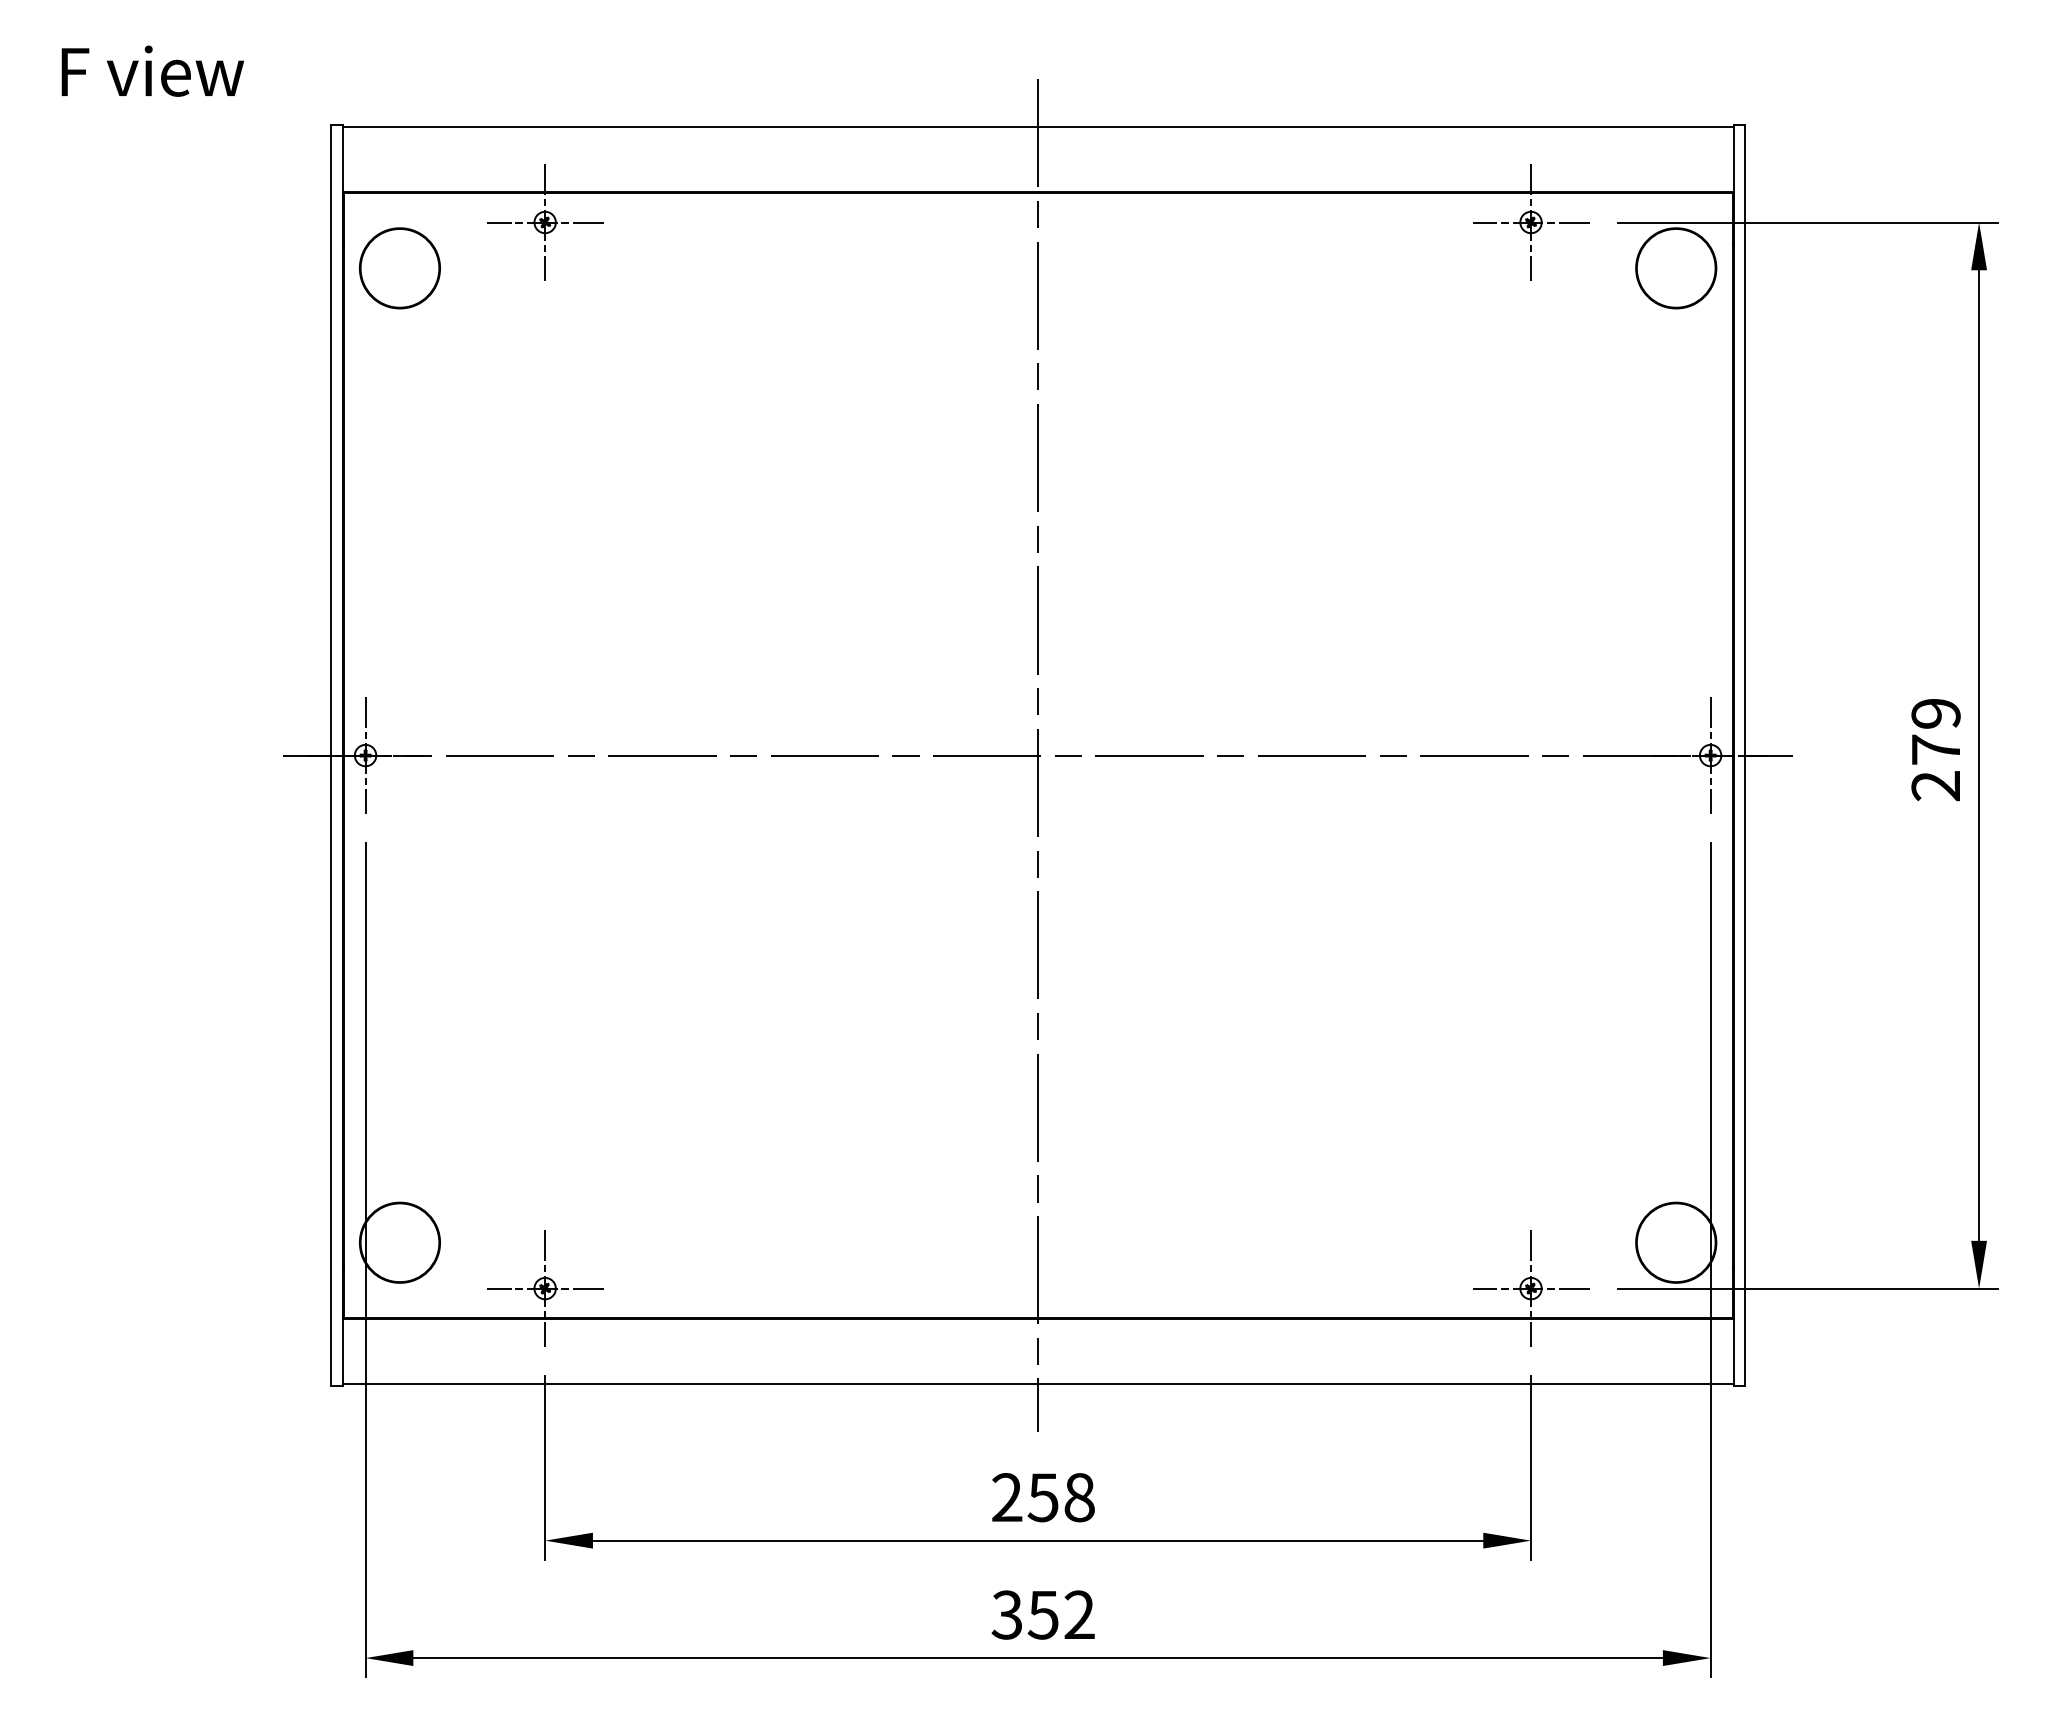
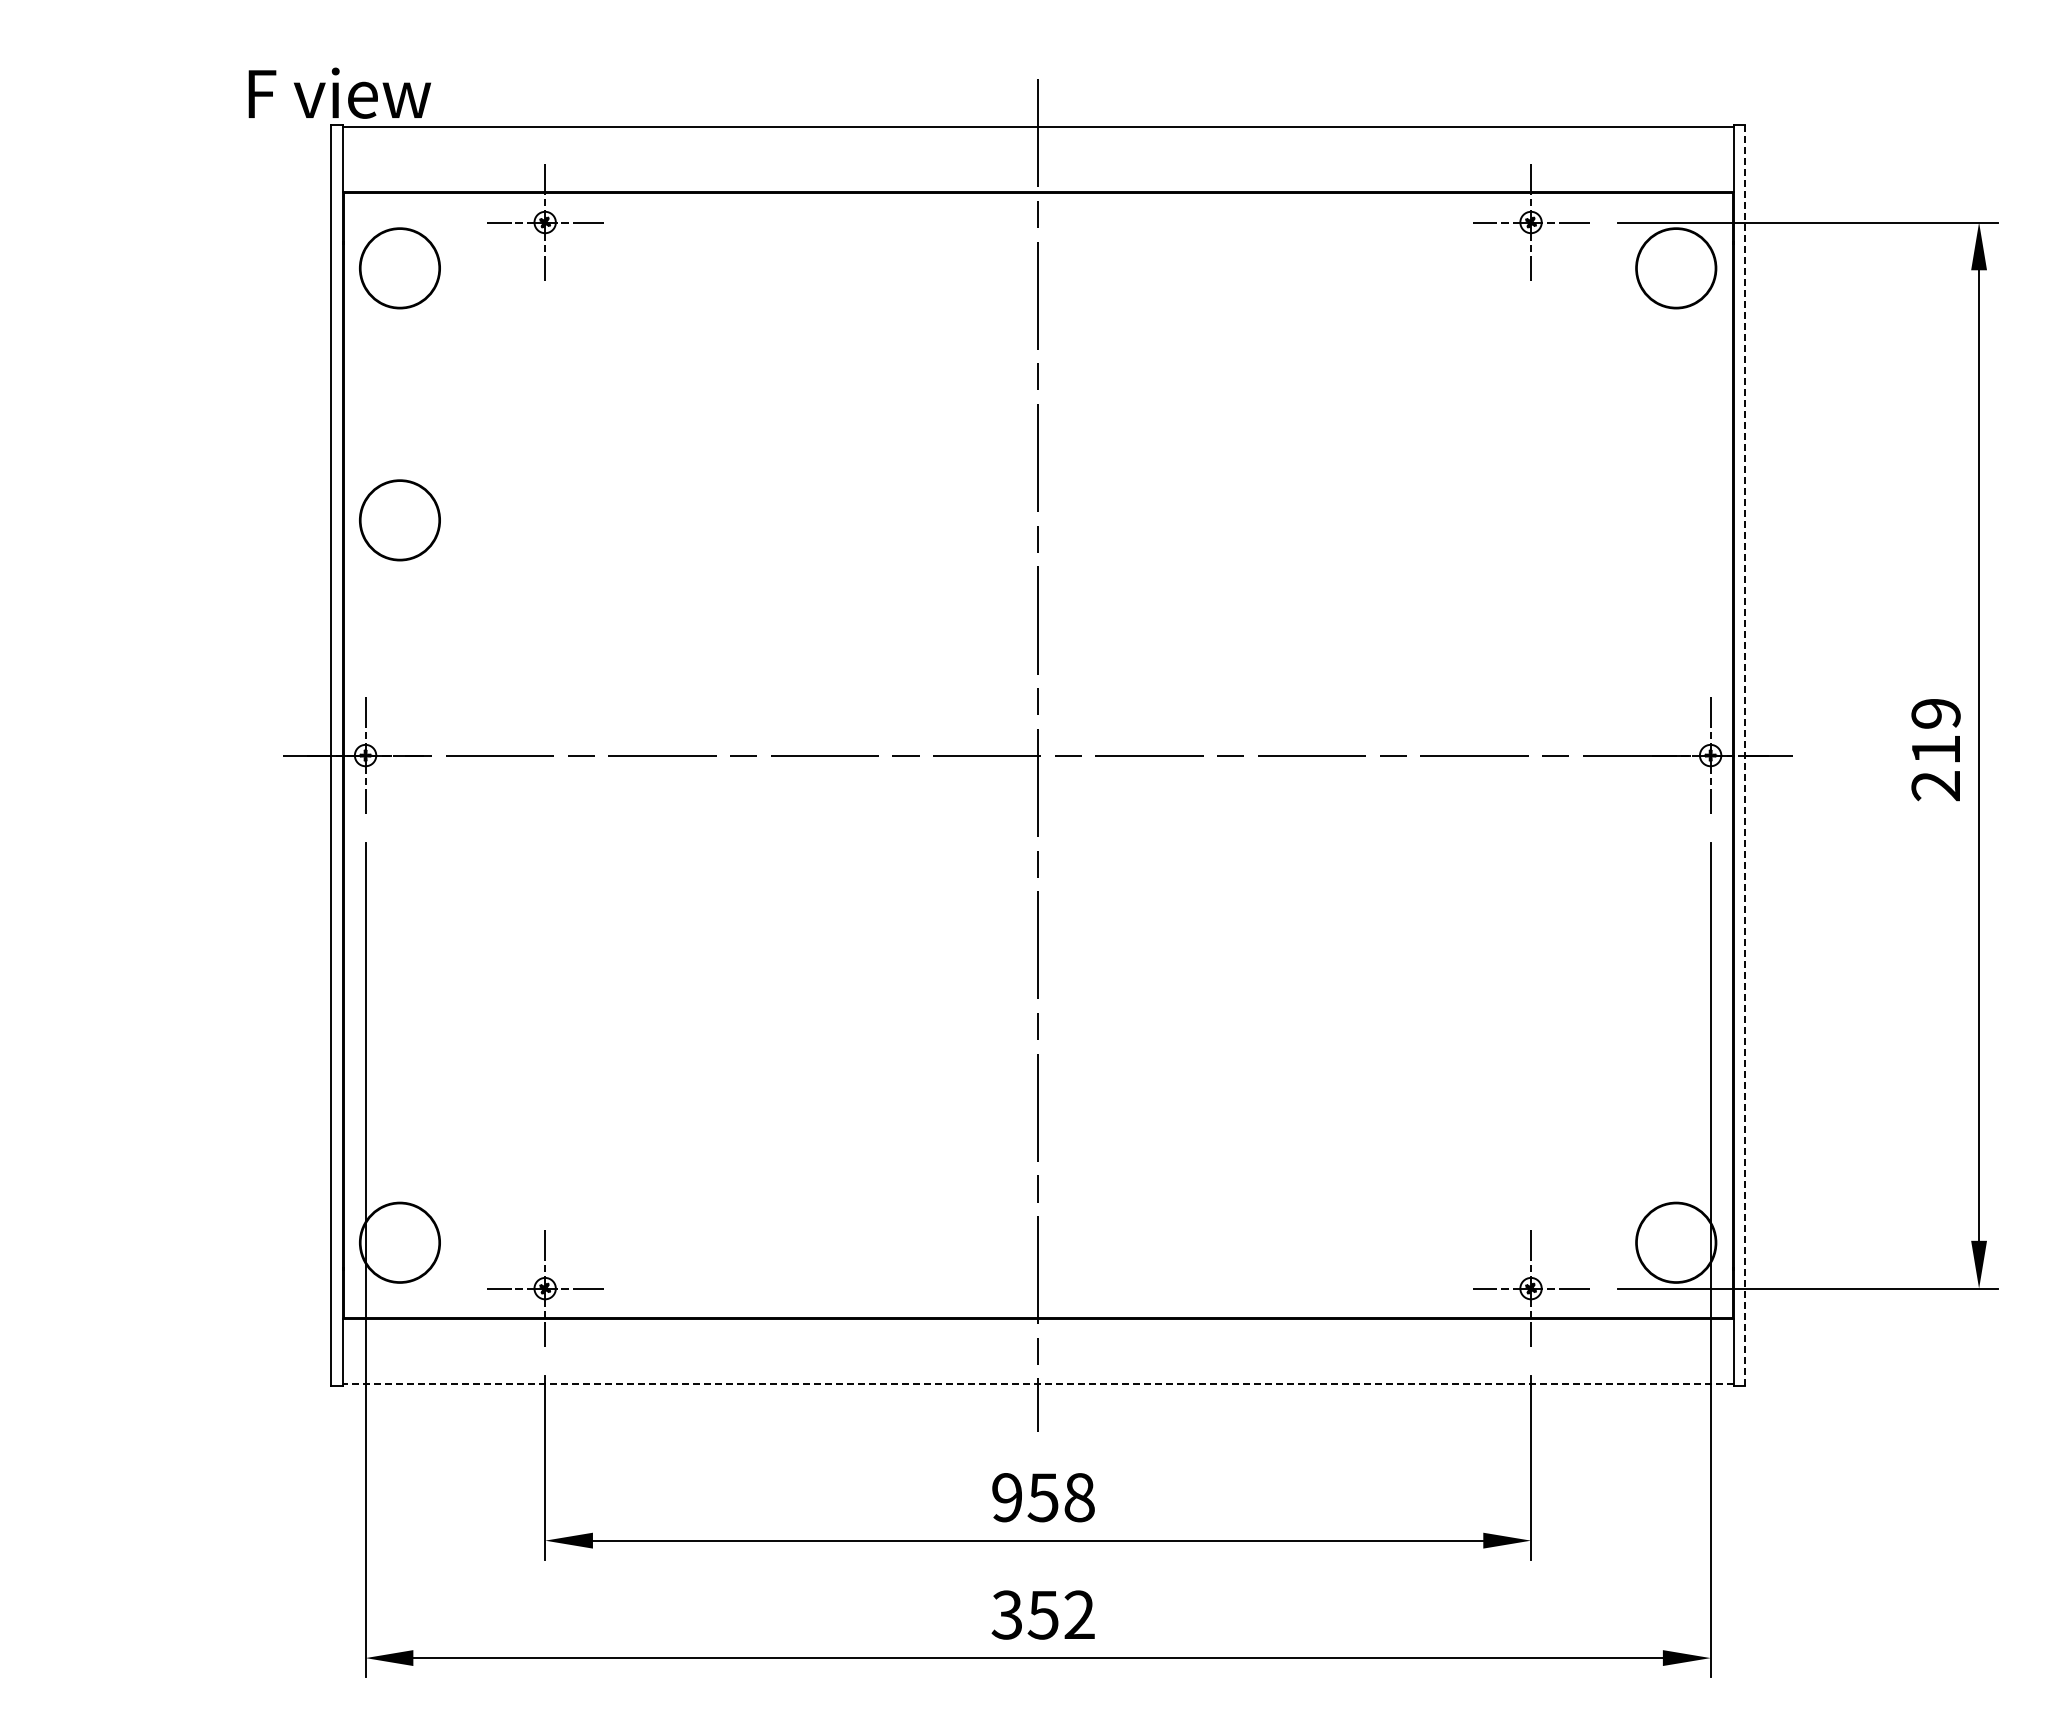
text at (152, 70) position: (152, 70) -> (339, 92)
circle at (399, 520): none -> present
text at (1935, 749): 279 -> 219
line at (1745, 756): solid -> dashed
line at (1037, 1384): solid -> dashed
text at (1007, 1497): 258 -> 958
